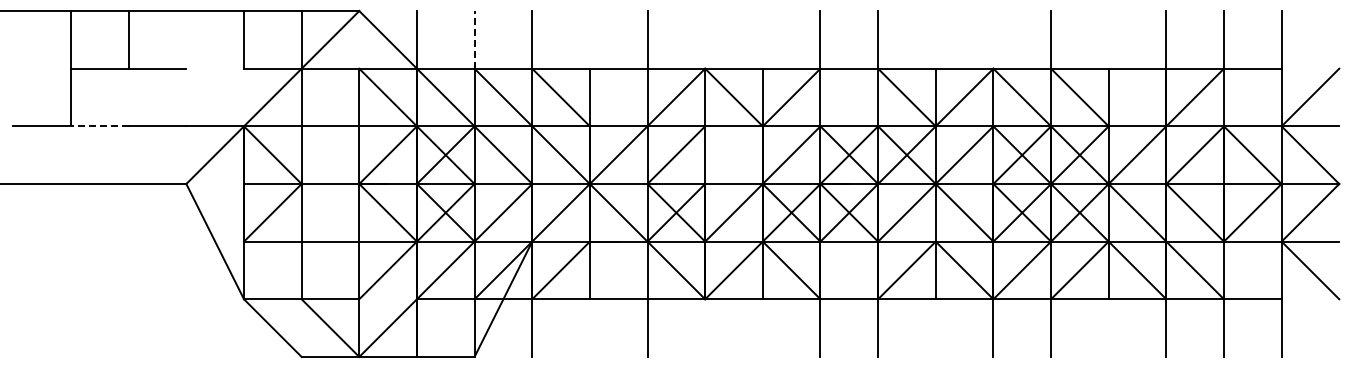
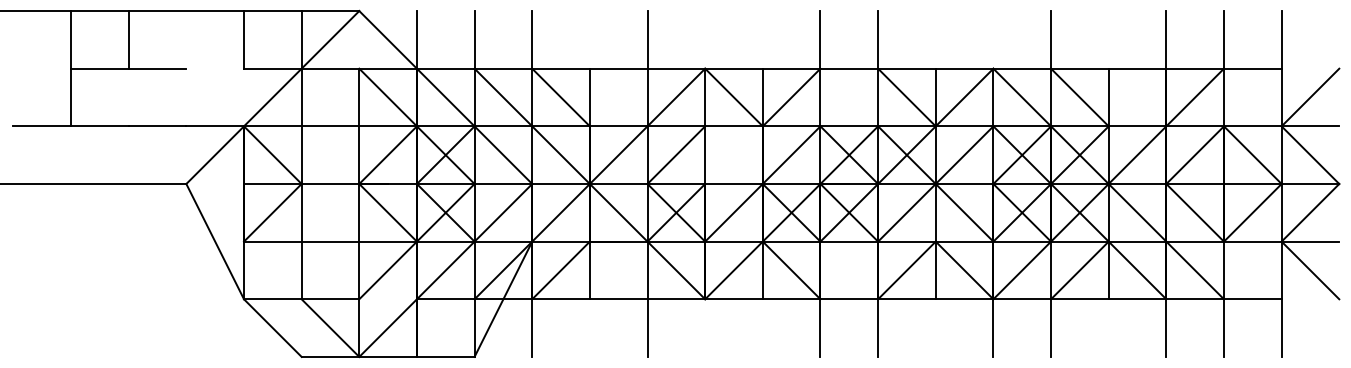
line at (474, 39): dashed -> solid
line at (99, 126): dashed -> solid
